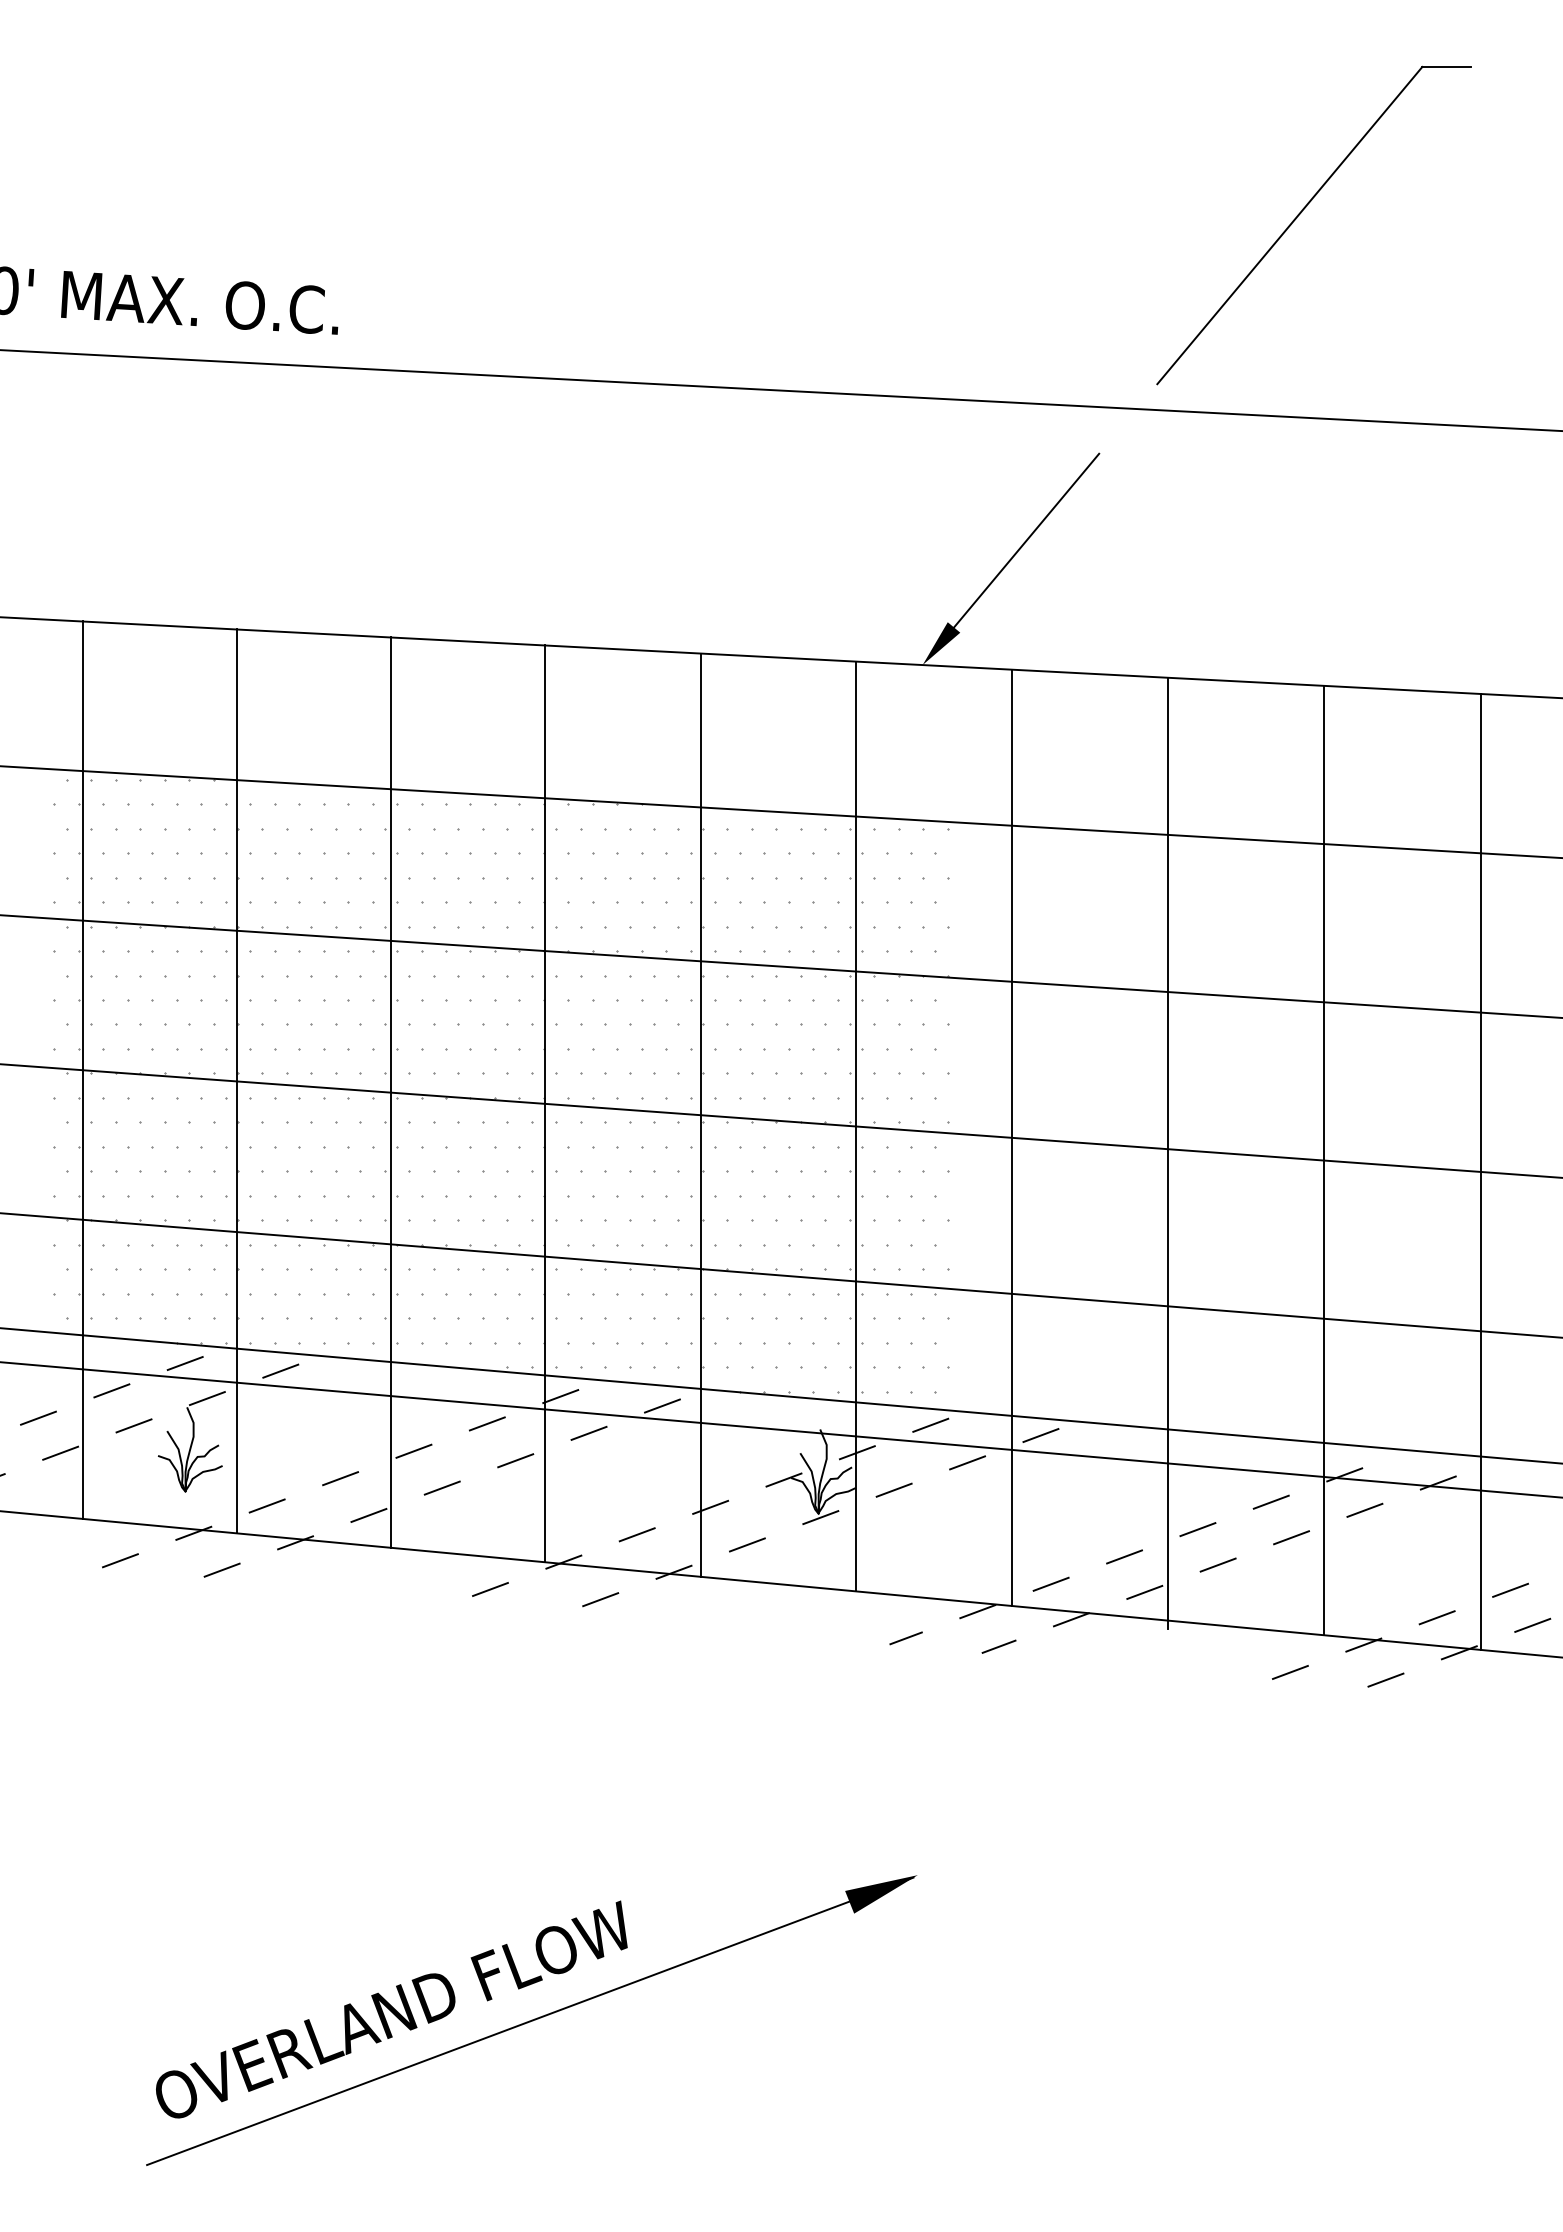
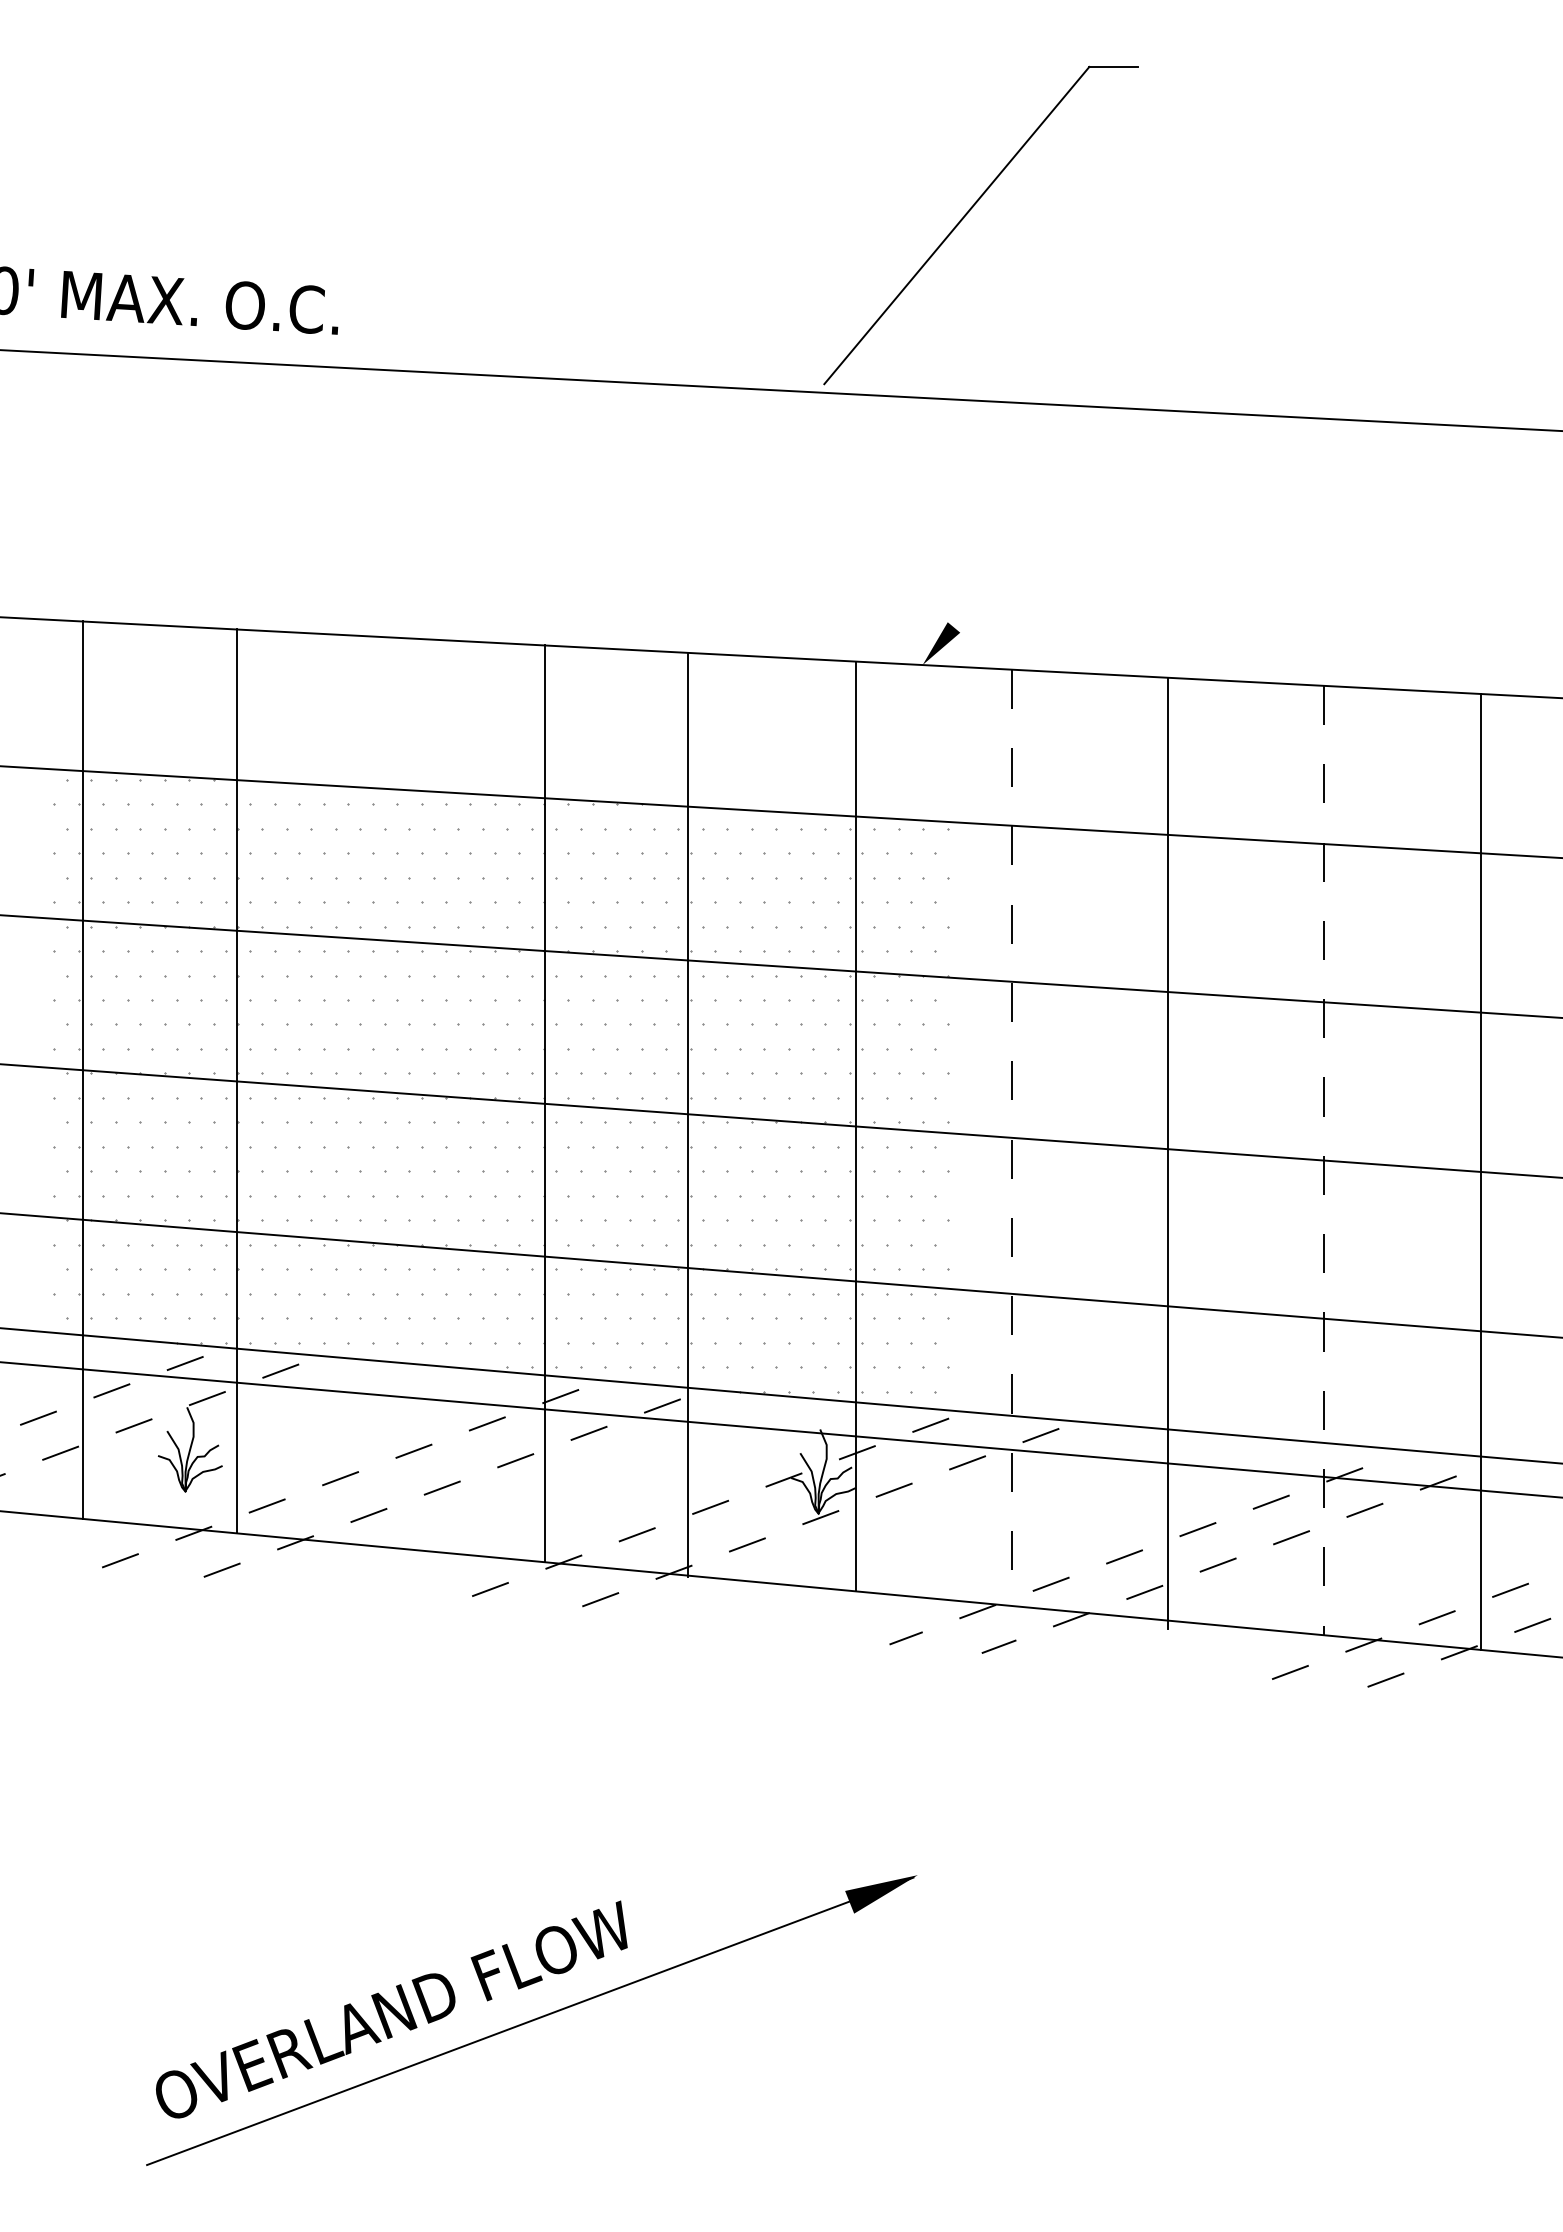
part at (1301, 213) position: (1301, 213) -> (968, 213)
line at (1026, 540): present -> none
line at (390, 1092): present -> none
line at (700, 1114) position: (700, 1114) -> (687, 1114)
line at (1011, 1138): solid -> dashed
line at (1324, 1160): solid -> dashed
